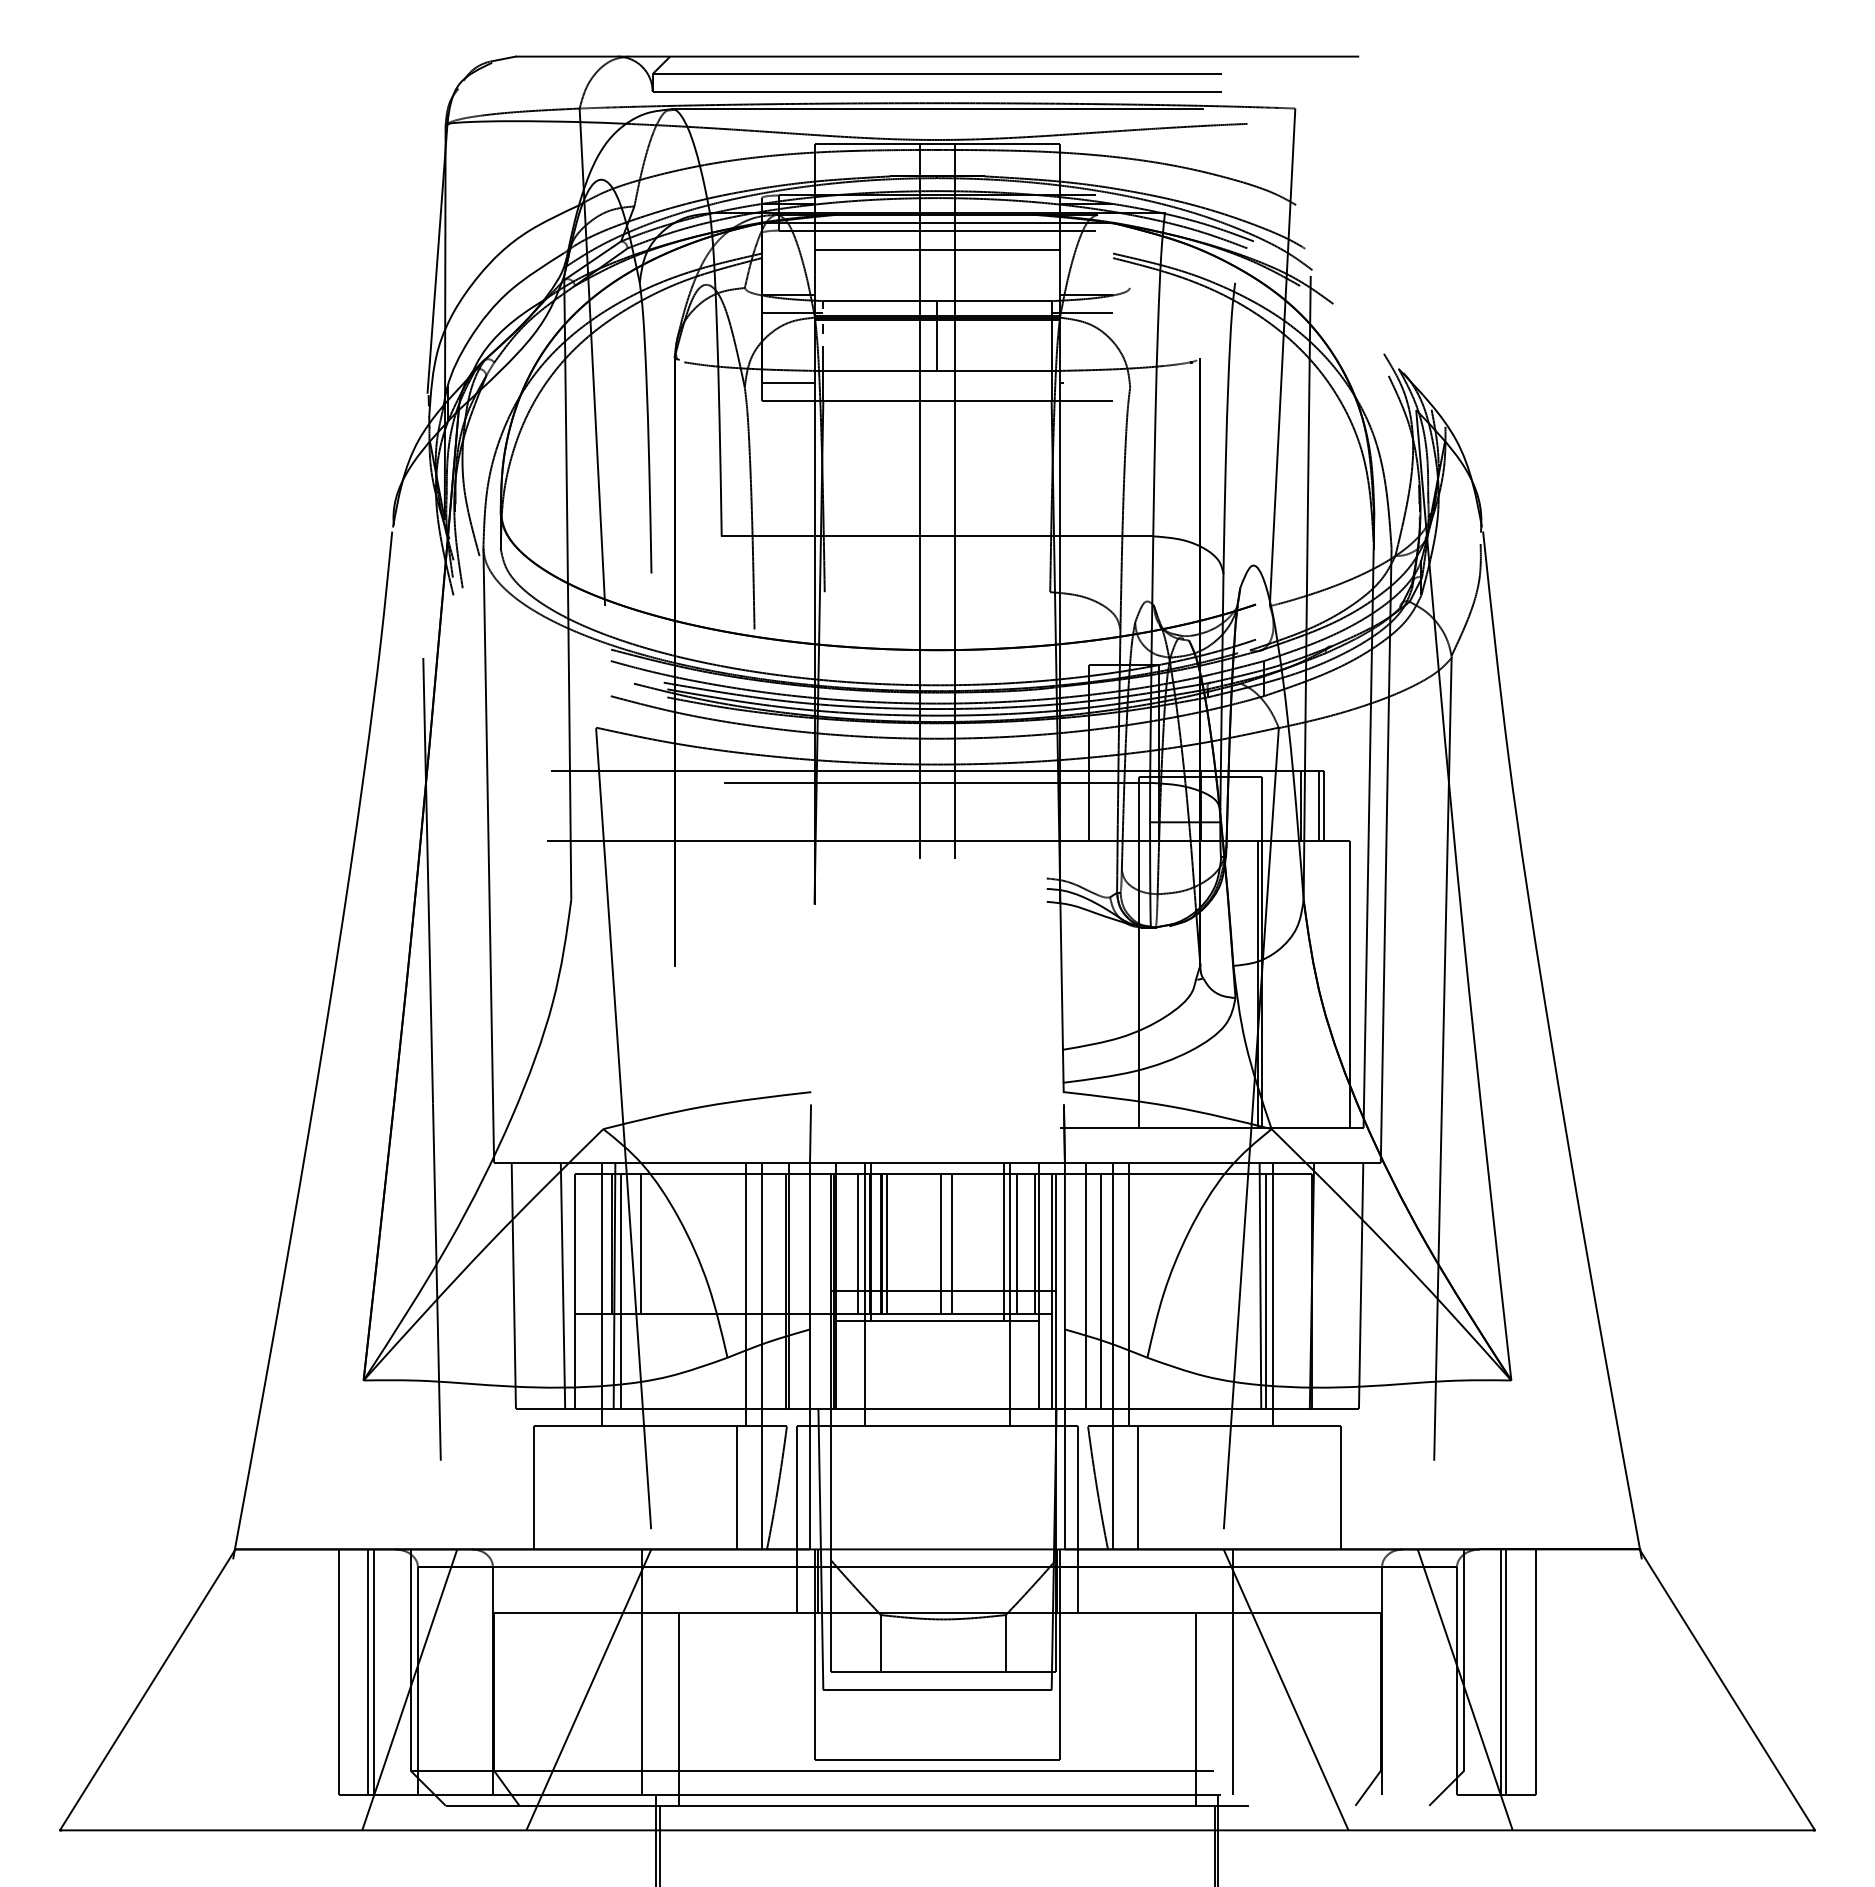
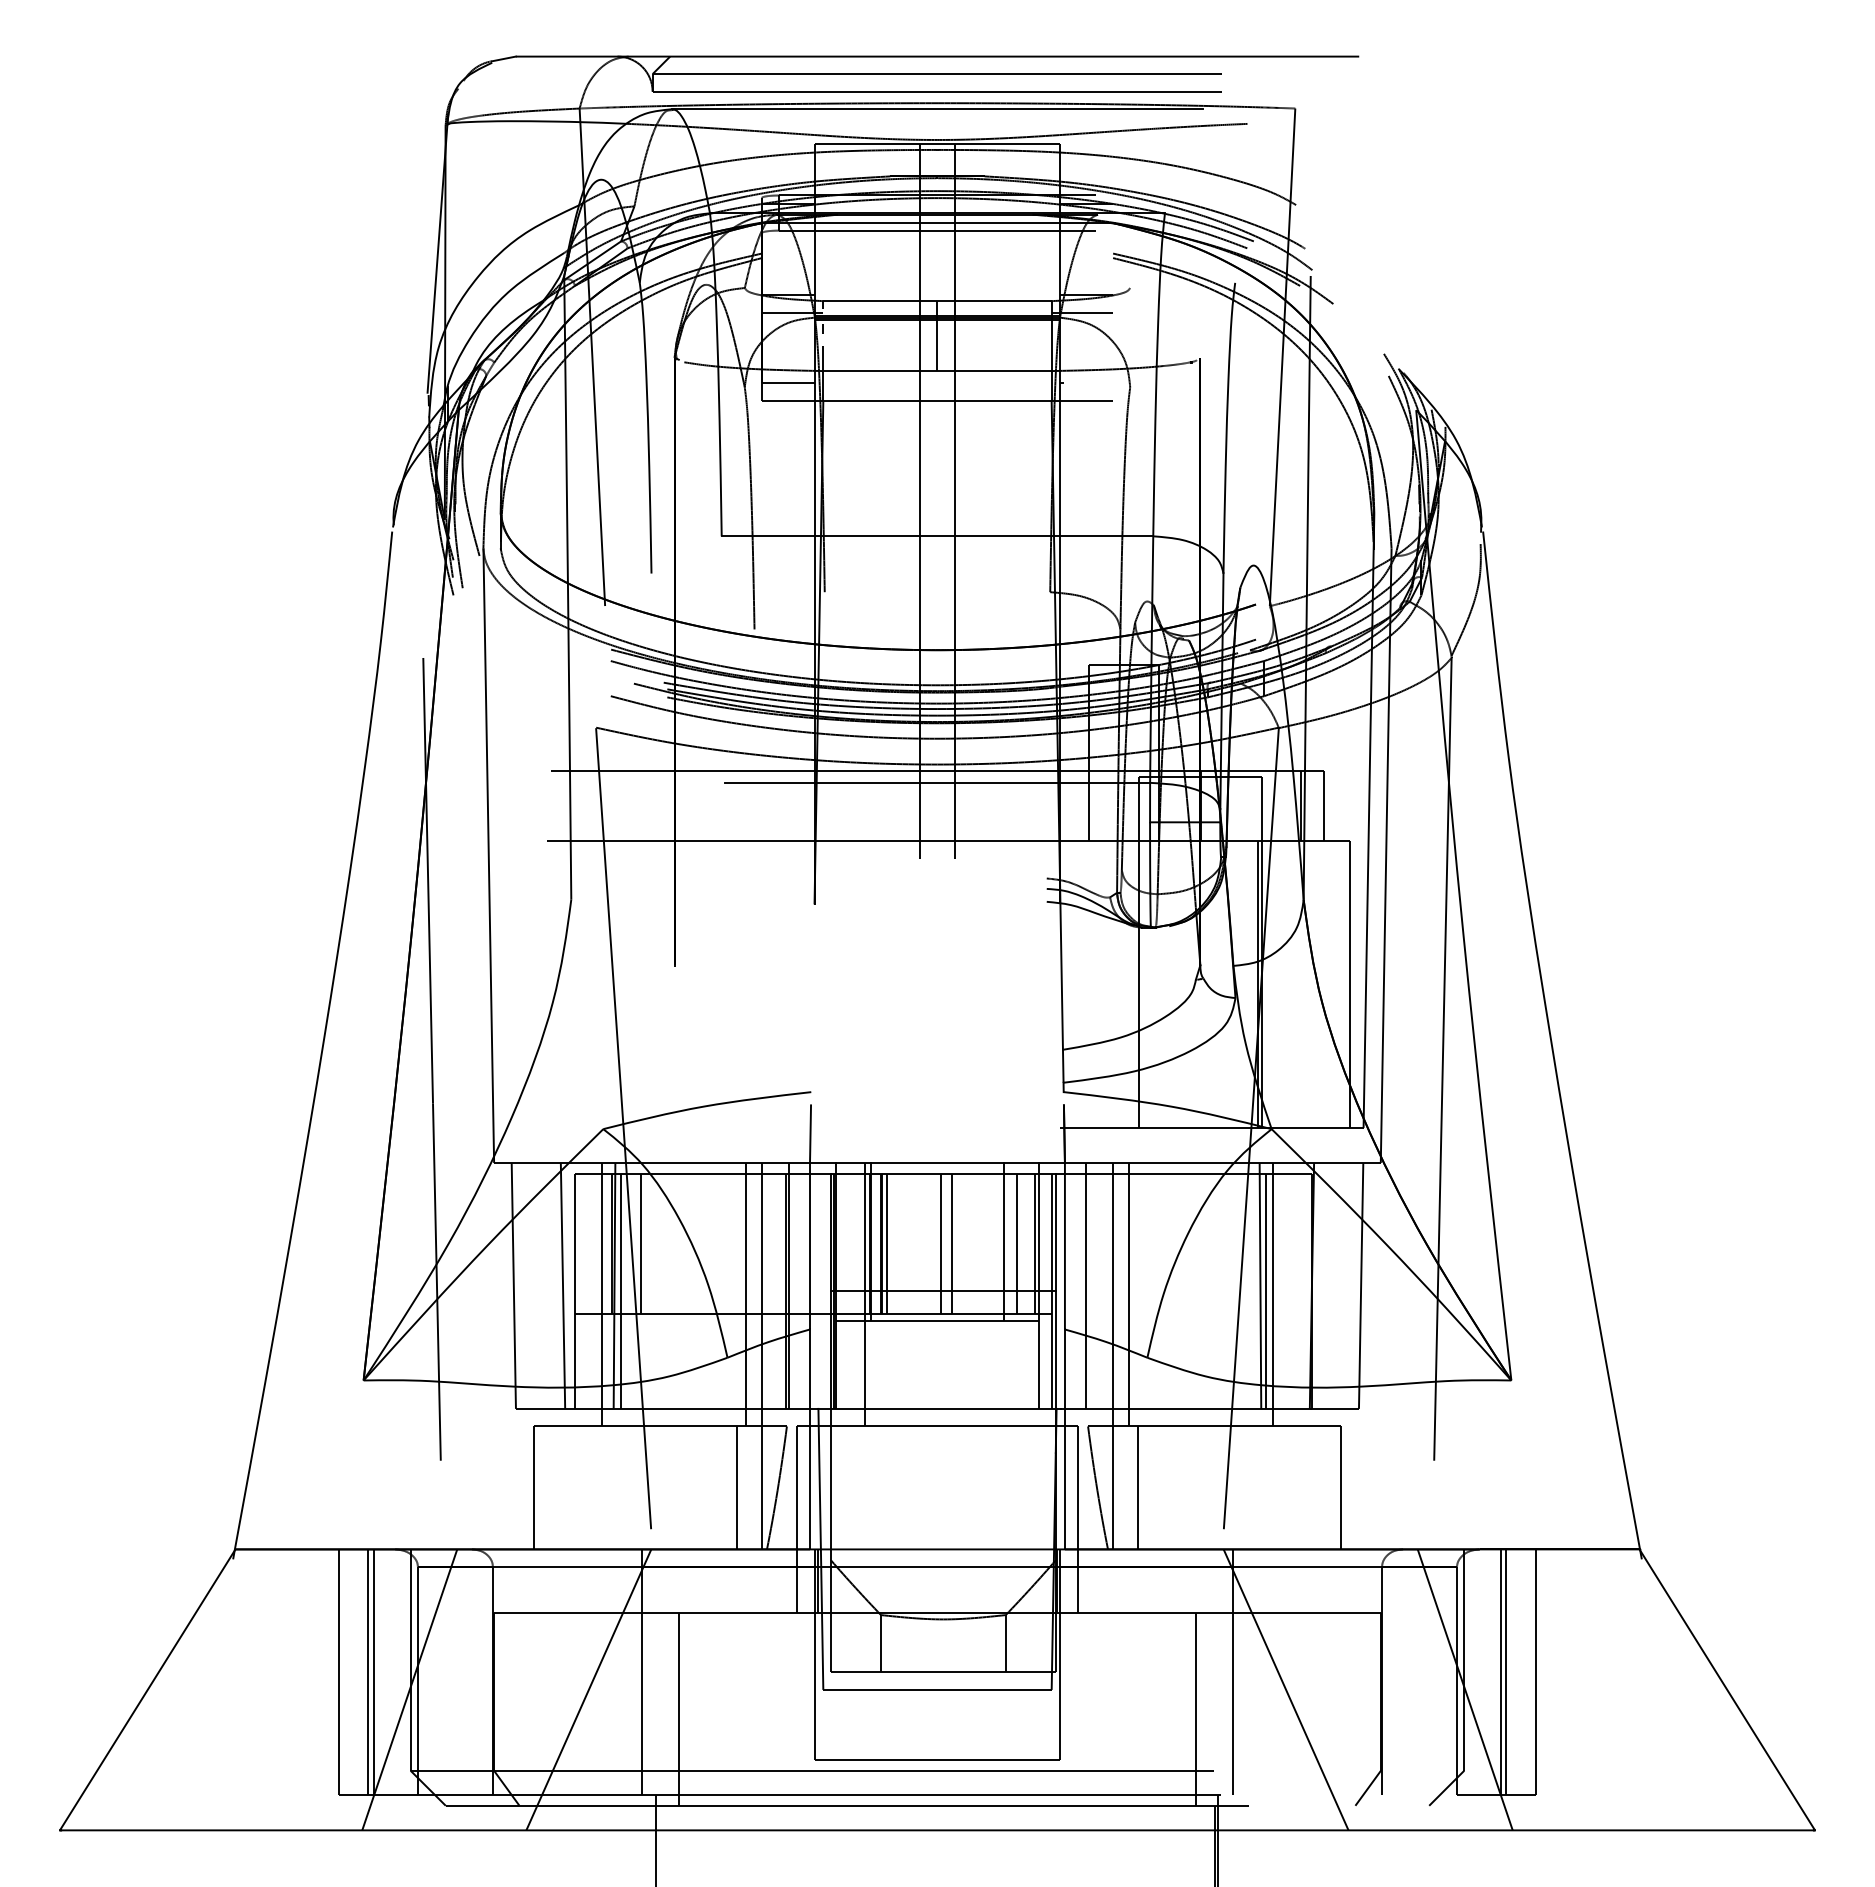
line at (937, 250): present -> none
line at (1318, 805): present -> none
line at (857, 1243): present -> none
line at (1100, 1290): present -> none
line at (1009, 1294): present -> none
line at (660, 1844): present -> none
